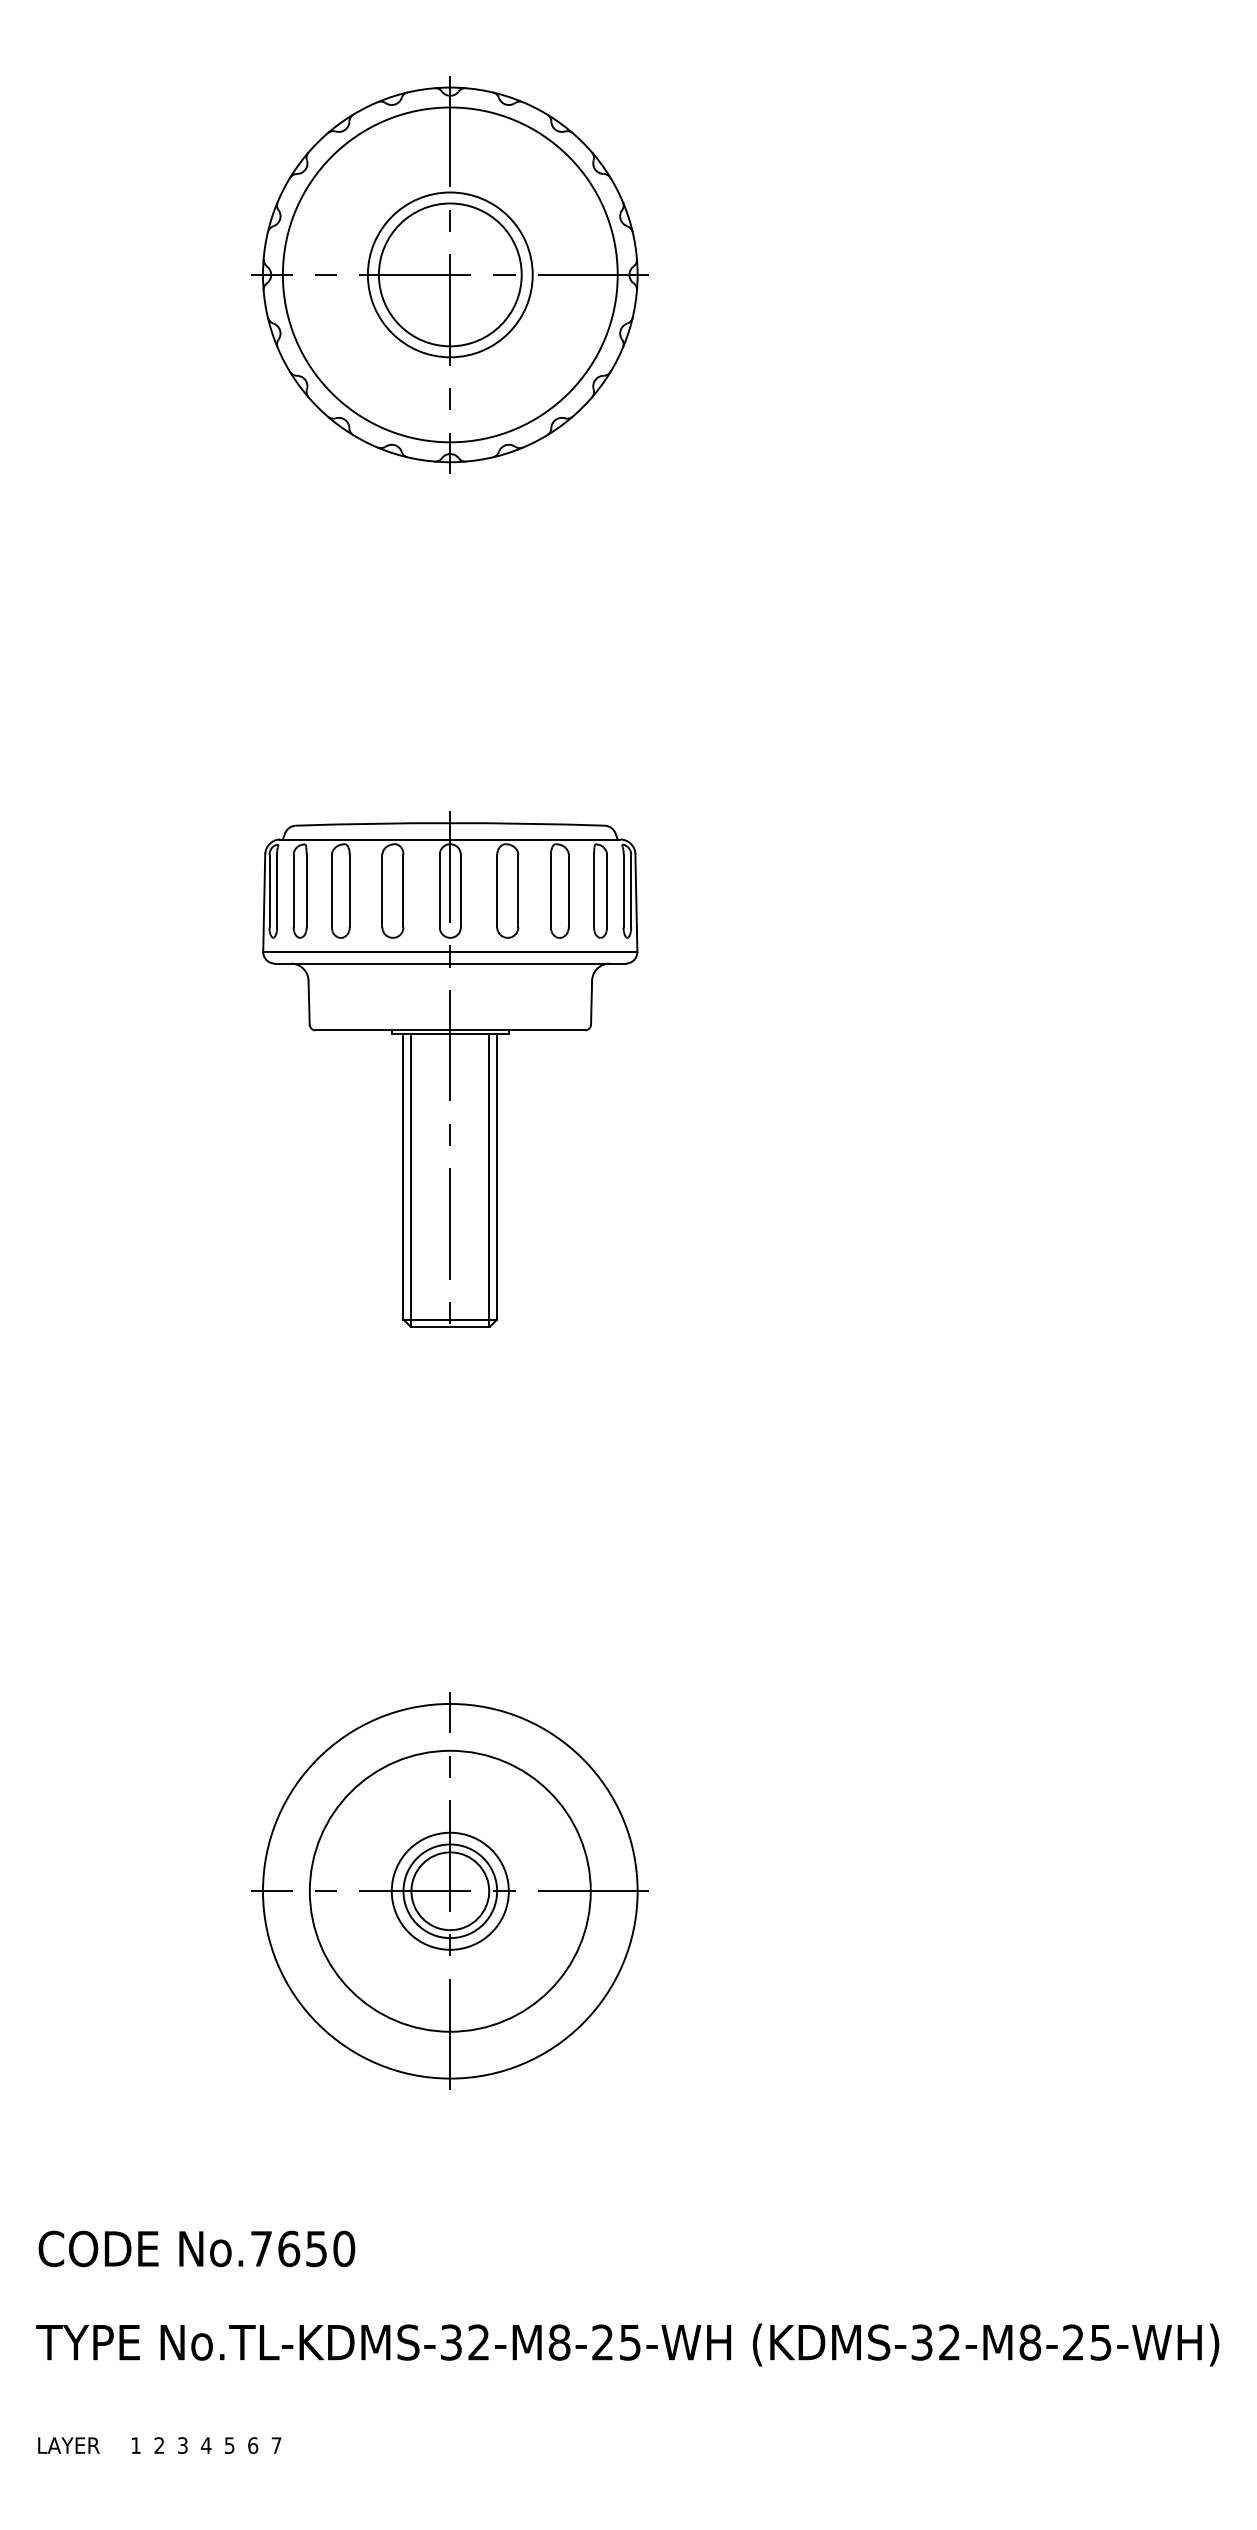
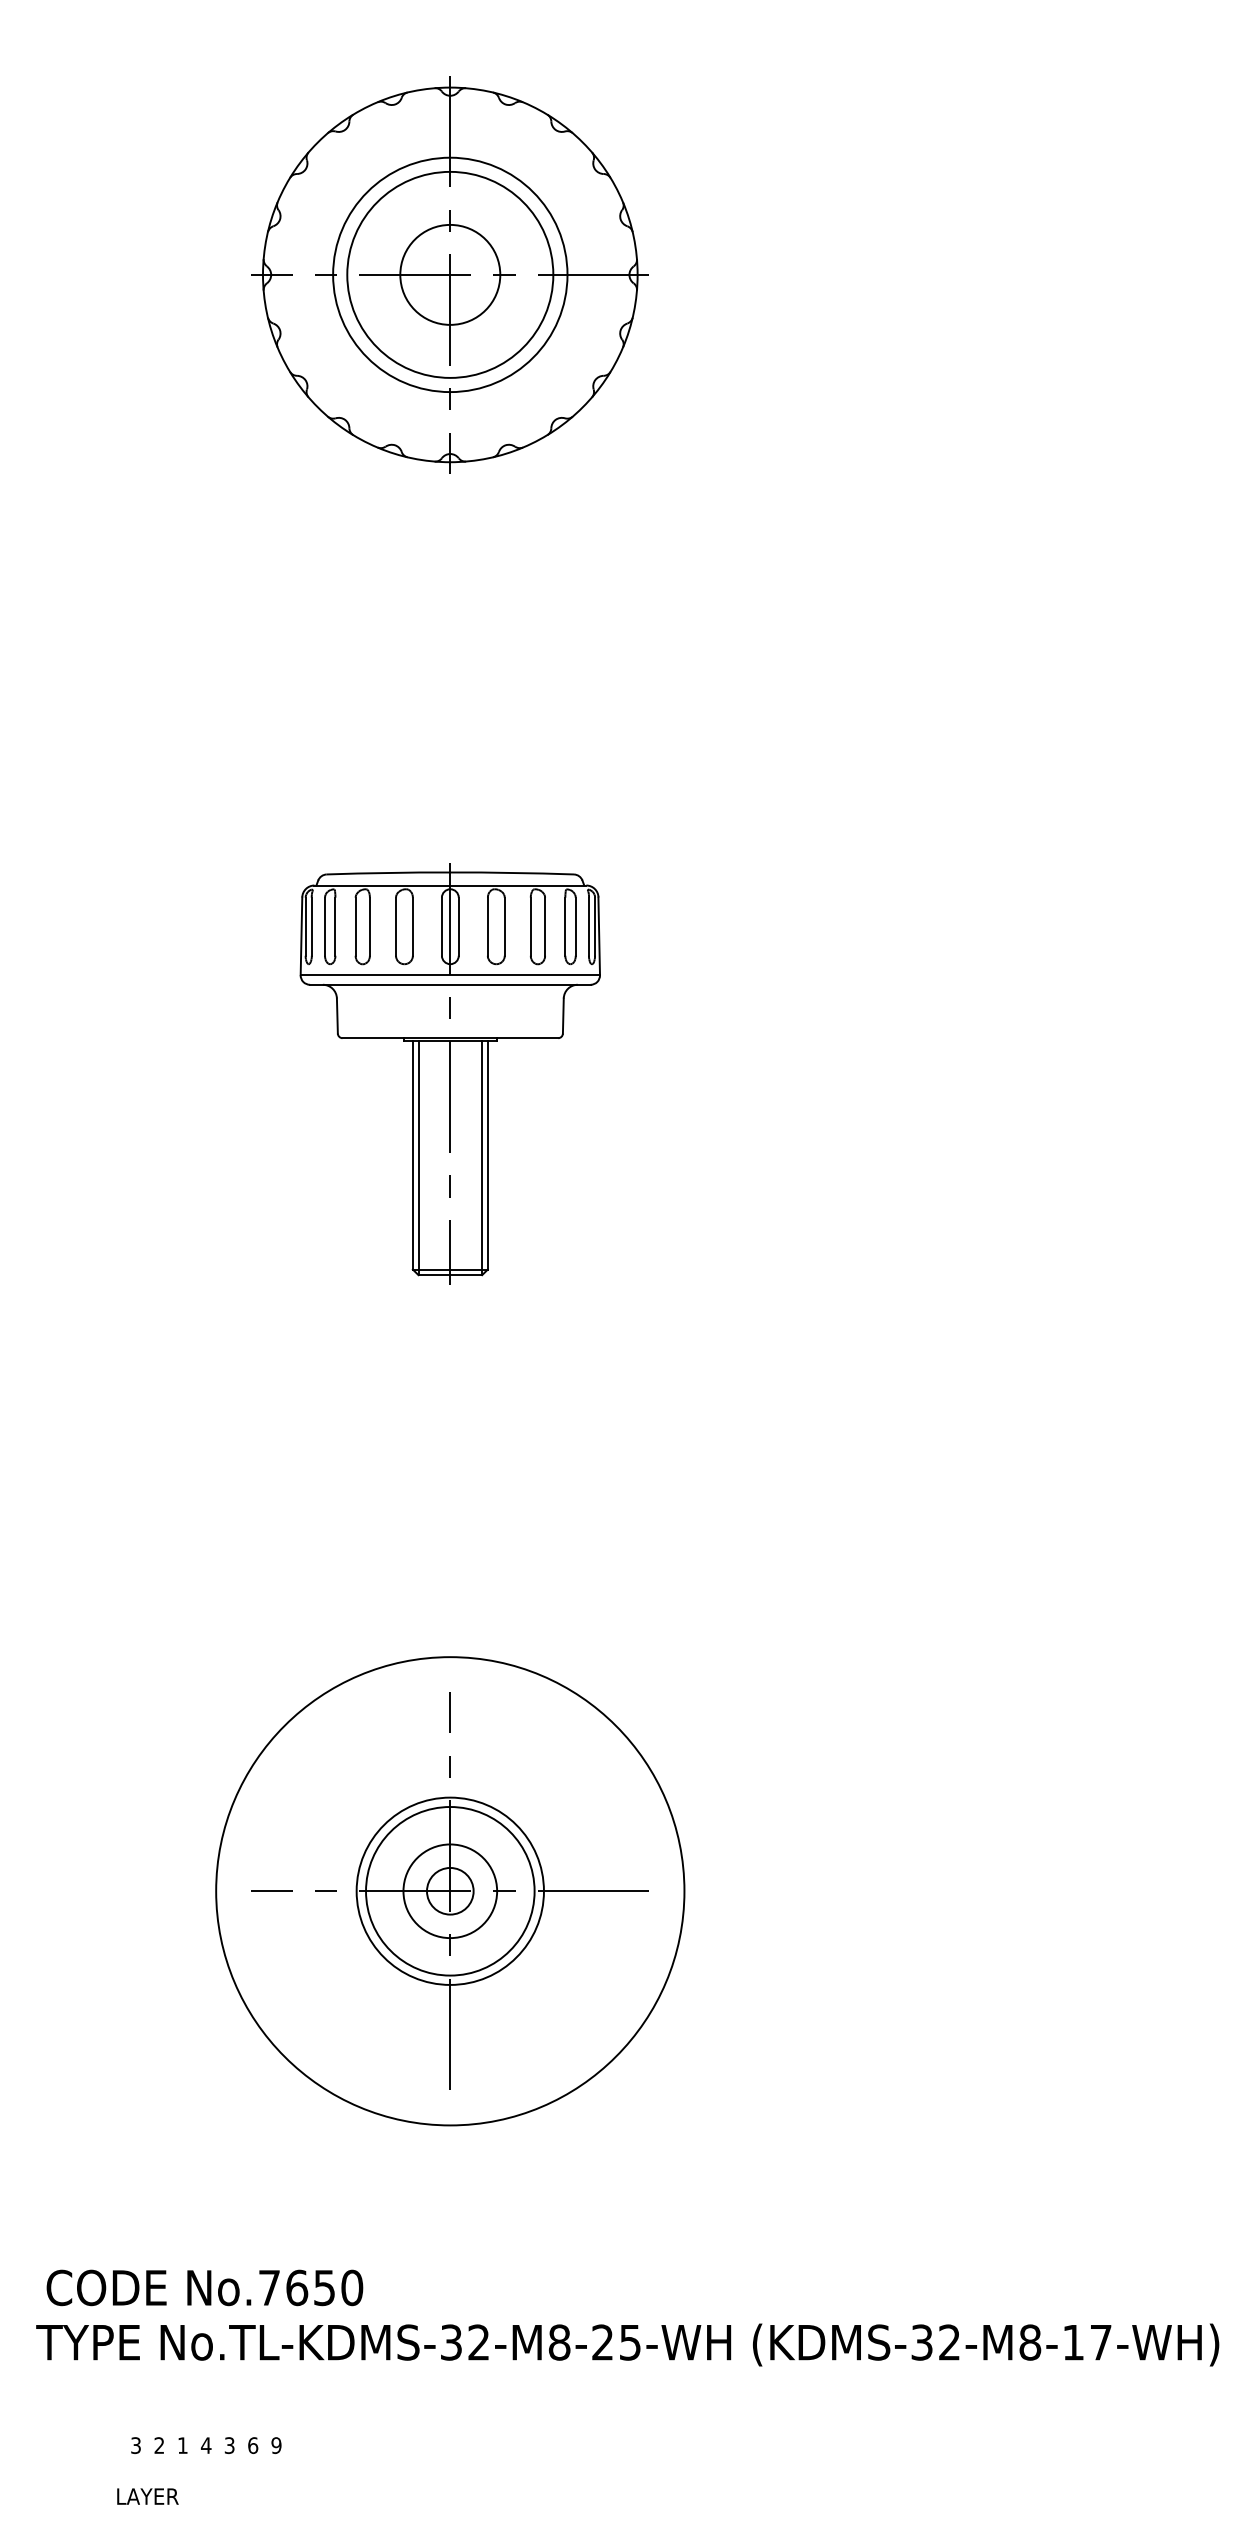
circle at (449, 274) diameter: 143 px -> 100 px
circle at (449, 274) diameter: 165 px -> 206 px
circle at (449, 274) diameter: 335 px -> 234 px
part at (450, 1069) size: 377x517 px -> 302x417 px
circle at (449, 1890) diameter: 117 px -> 187 px
circle at (449, 1890) diameter: 281 px -> 169 px
circle at (450, 1890) diameter: 375 px -> 468 px
circle at (450, 1891) diameter: 78 px -> 47 px
text at (196, 2248) position: (196, 2248) -> (204, 2287)
text at (1087, 2342): (KDMS-32-M8-25-WH) -> (KDMS-32-M8-17-WH)
text at (68, 2445) position: (68, 2445) -> (147, 2496)
text at (135, 2445): 1 -> 3
text at (182, 2445): 3 -> 1
text at (229, 2445): 5 -> 3
text at (276, 2445): 7 -> 9
